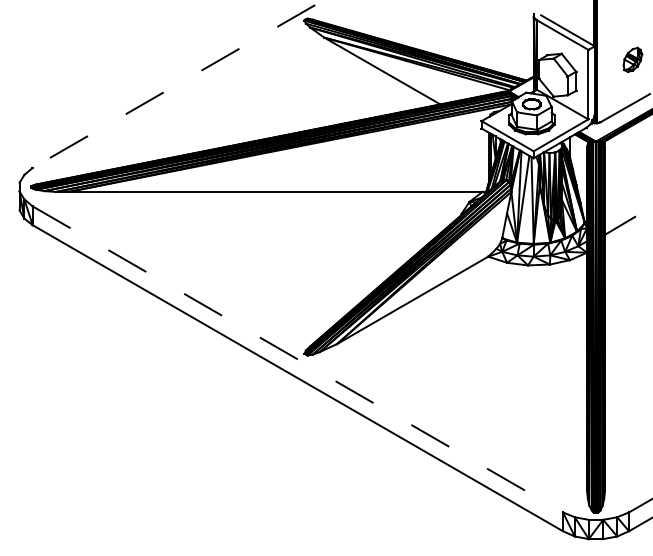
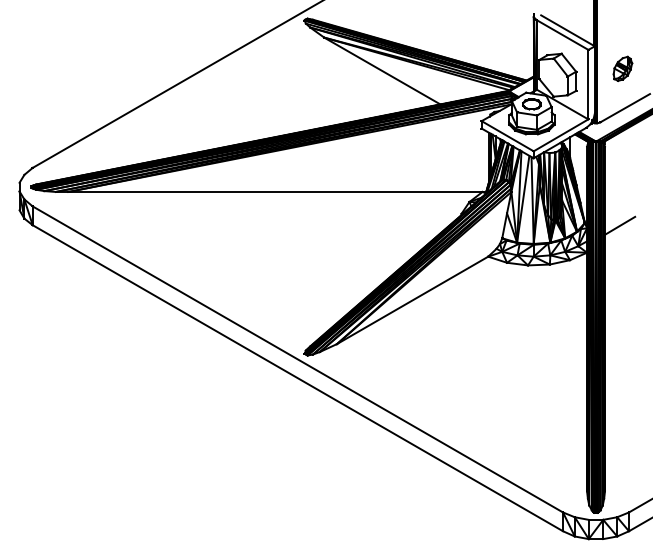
part at (632, 59) position: (632, 59) -> (622, 68)
line at (178, 84): dashed -> solid
line at (298, 359): dashed -> solid
